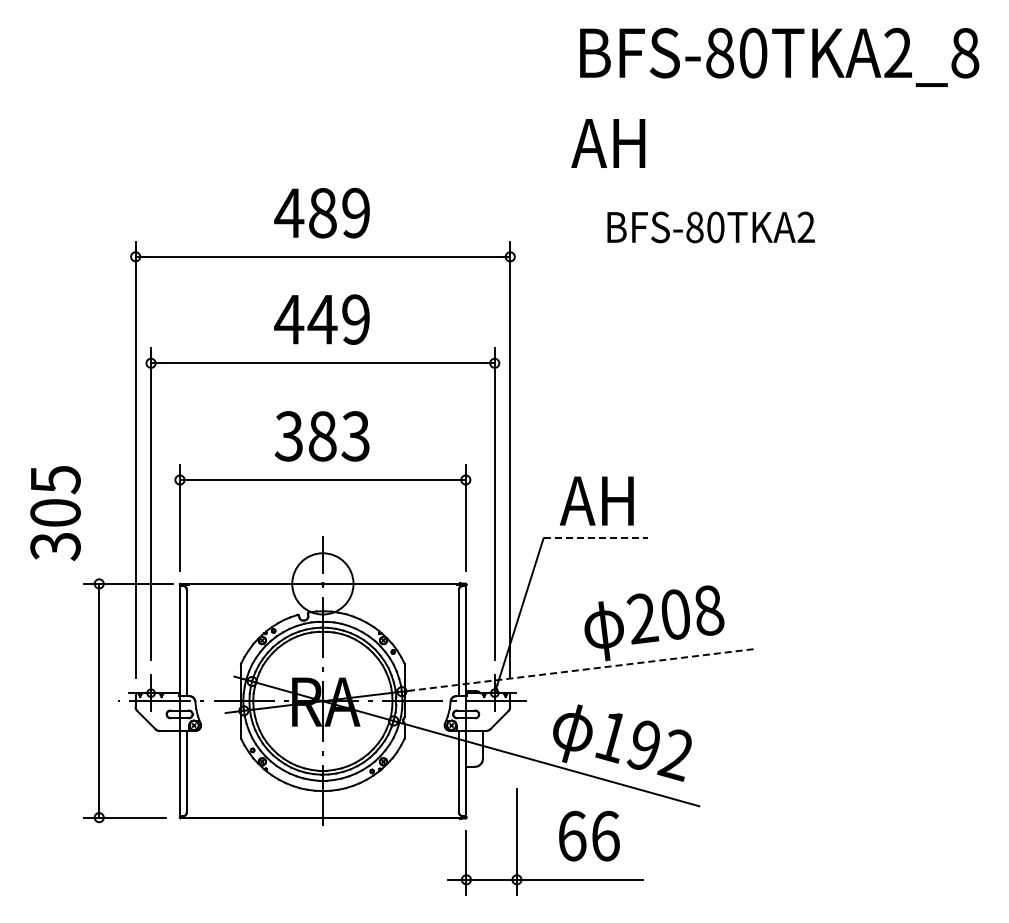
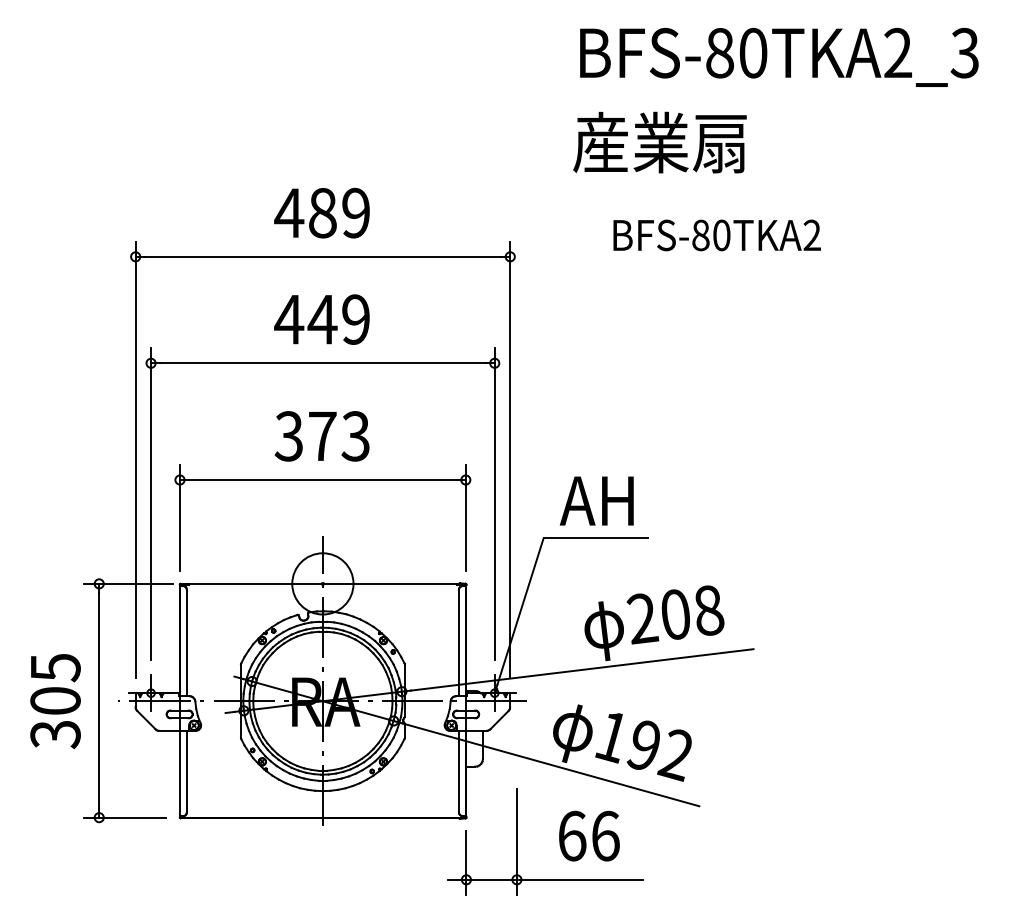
text at (964, 52): BFS-80TKA2_8 -> BFS-80TKA2_3
text at (658, 142): AH -> 産業扇
text at (710, 227) position: (710, 227) -> (716, 235)
text at (322, 436): 383 -> 373
text at (55, 513) position: (55, 513) -> (55, 701)
line at (595, 538): dashed -> solid
line at (581, 669): dashed -> solid
